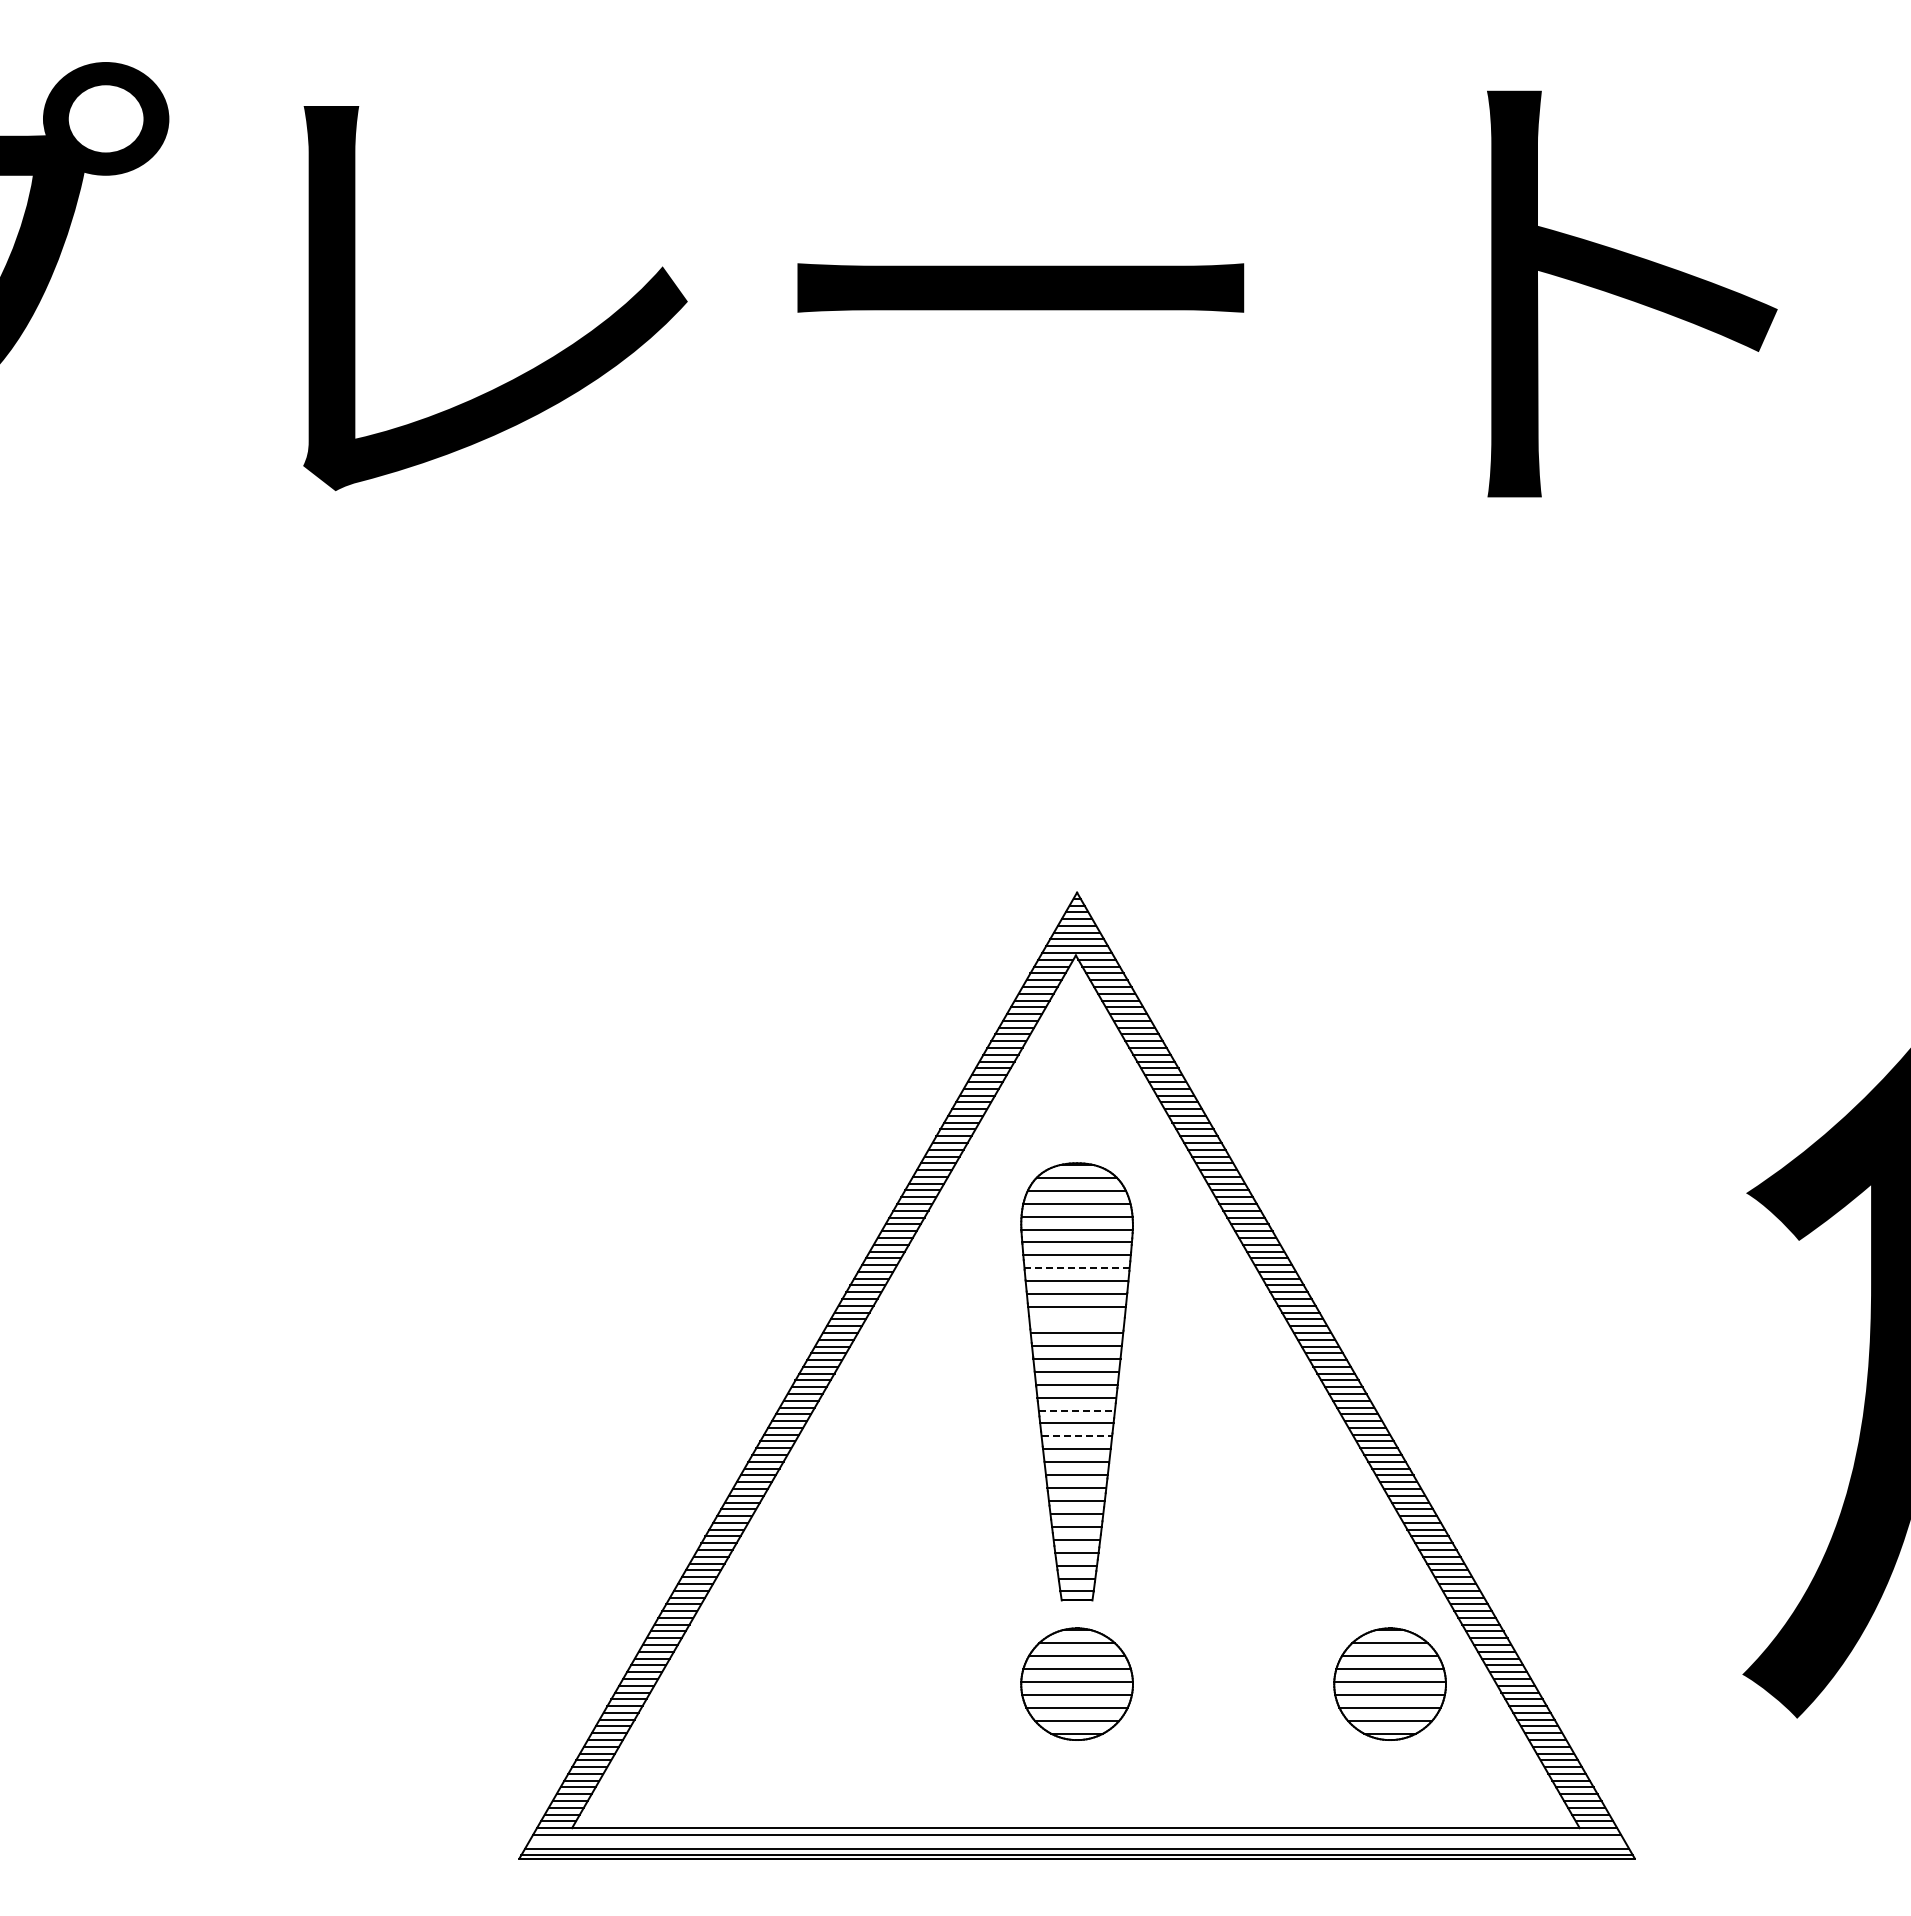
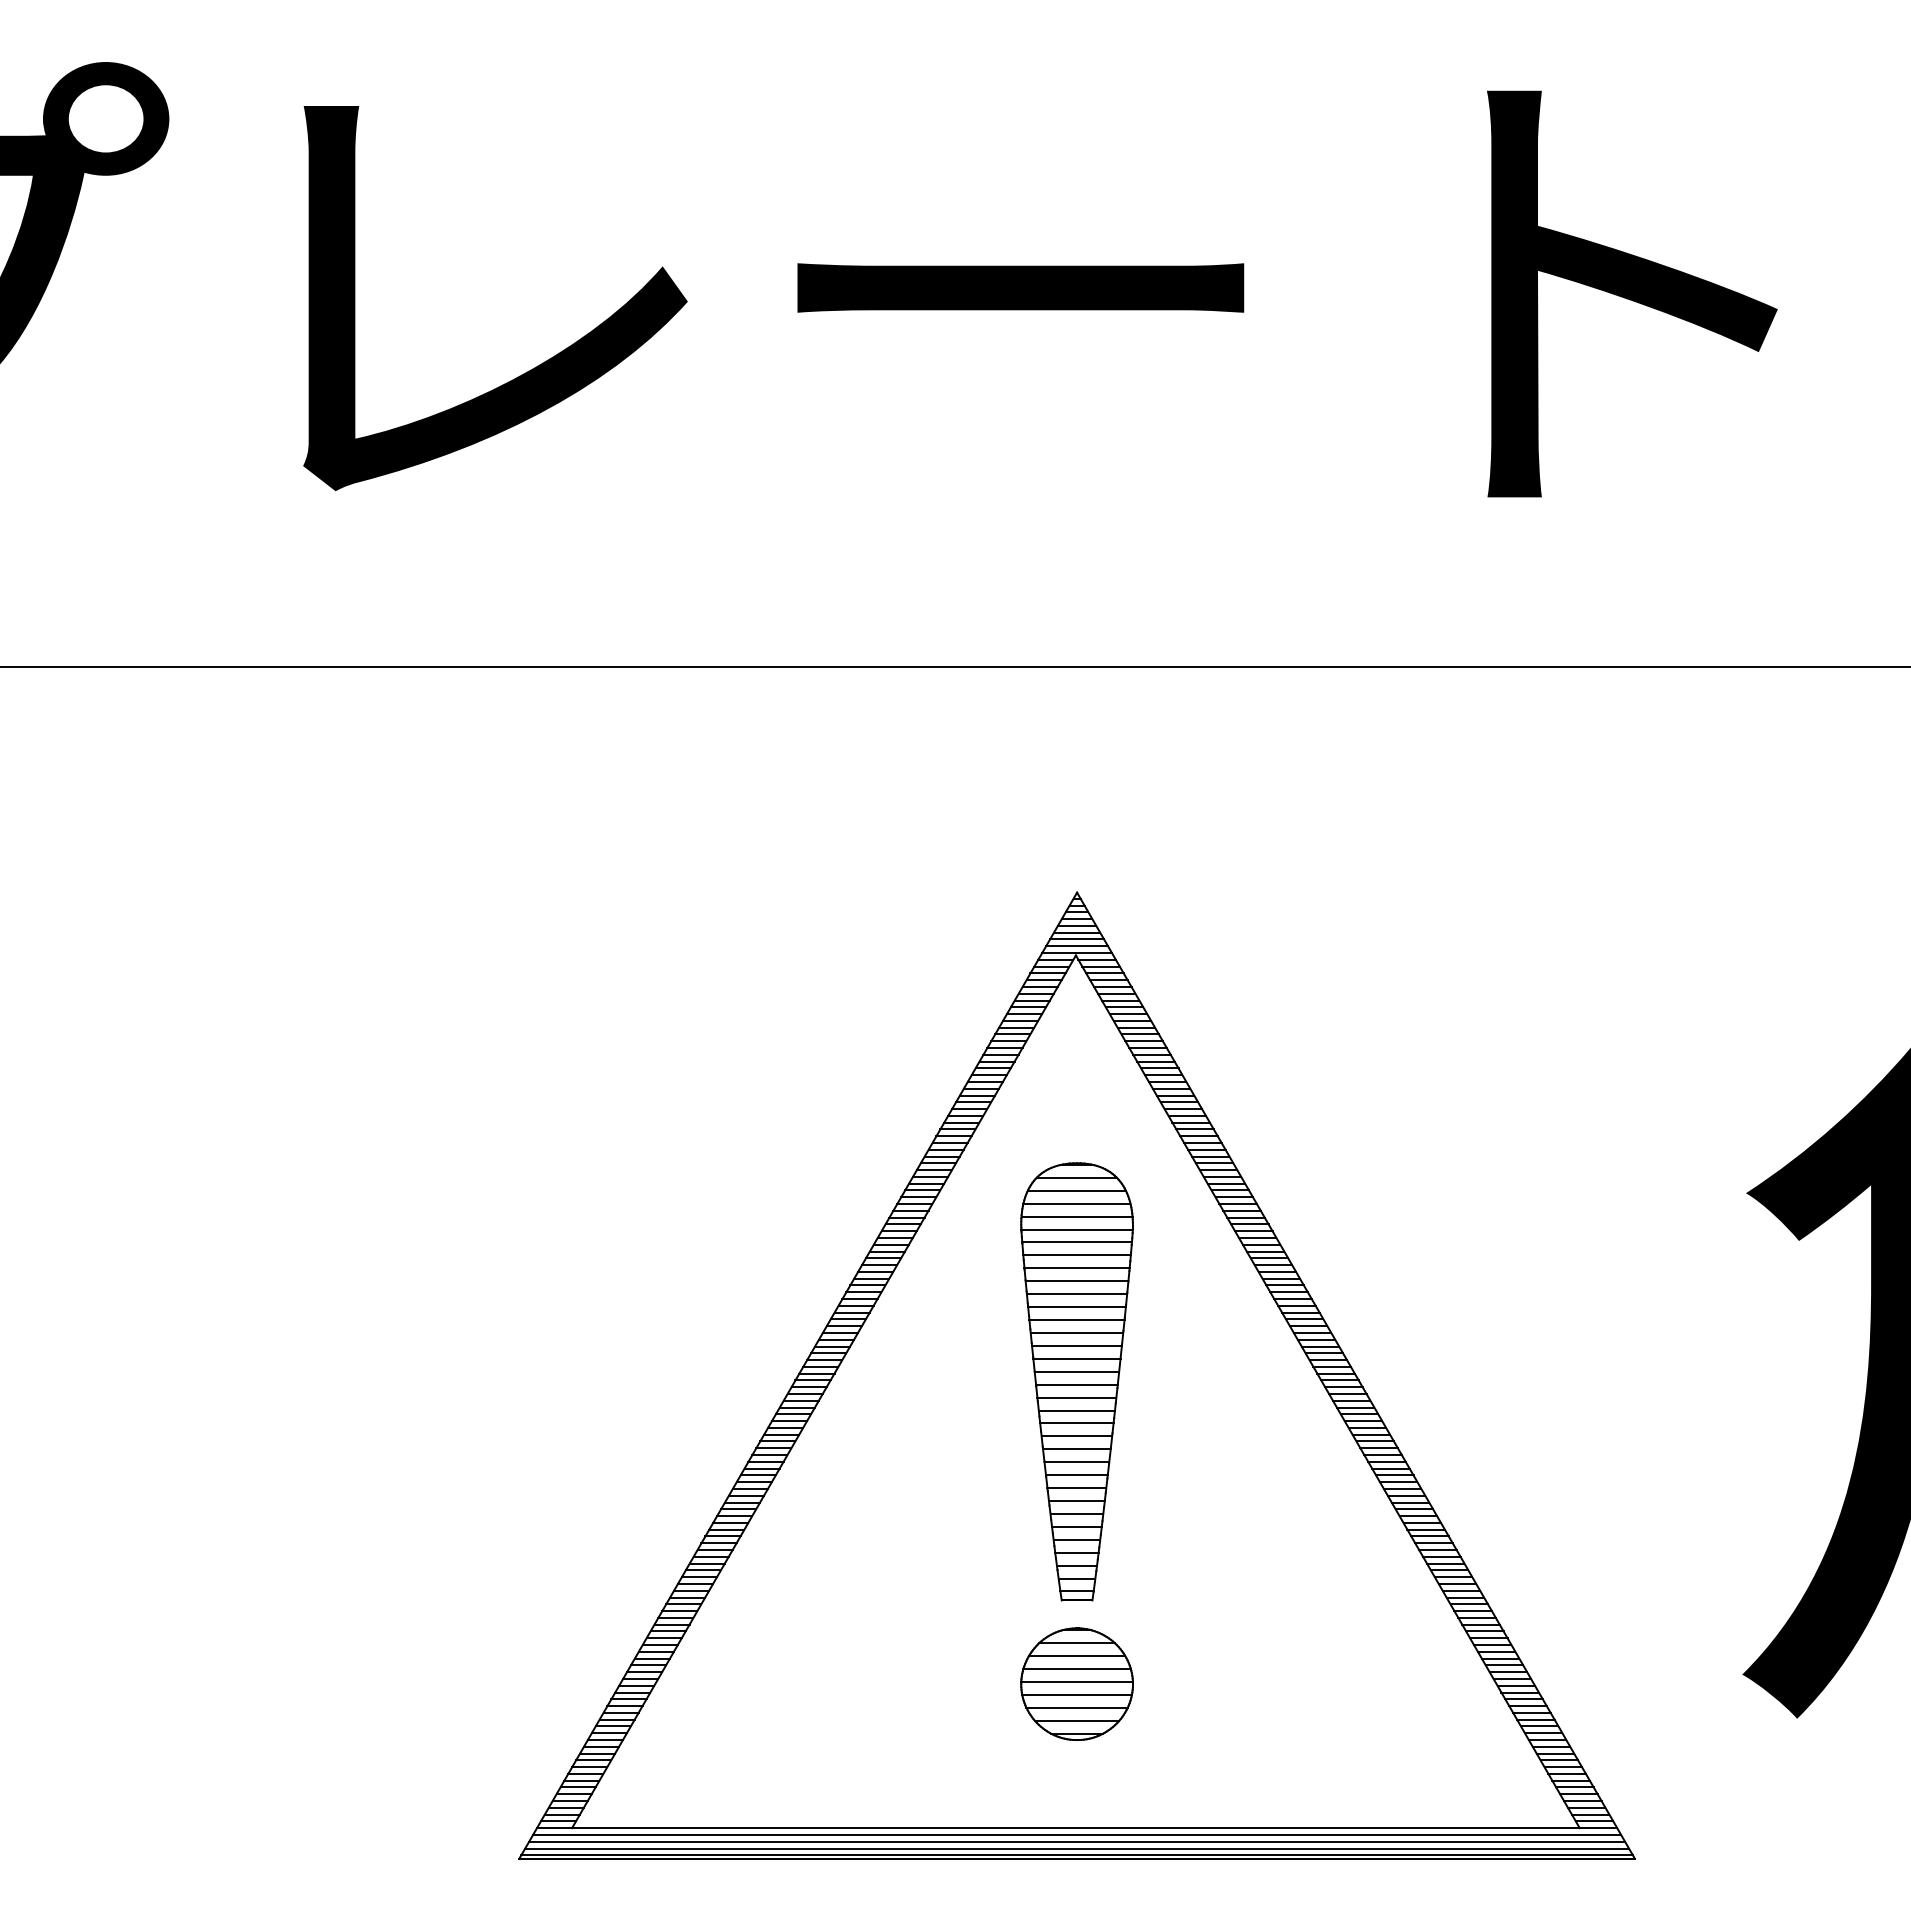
line at (954, 666): none -> present
line at (1077, 1268): dashed -> solid
line at (1076, 1320): none -> present
line at (1077, 1410): dashed -> solid
line at (1077, 1436): dashed -> solid
part at (1389, 1683): present -> none
line at (1077, 1841): none -> present
